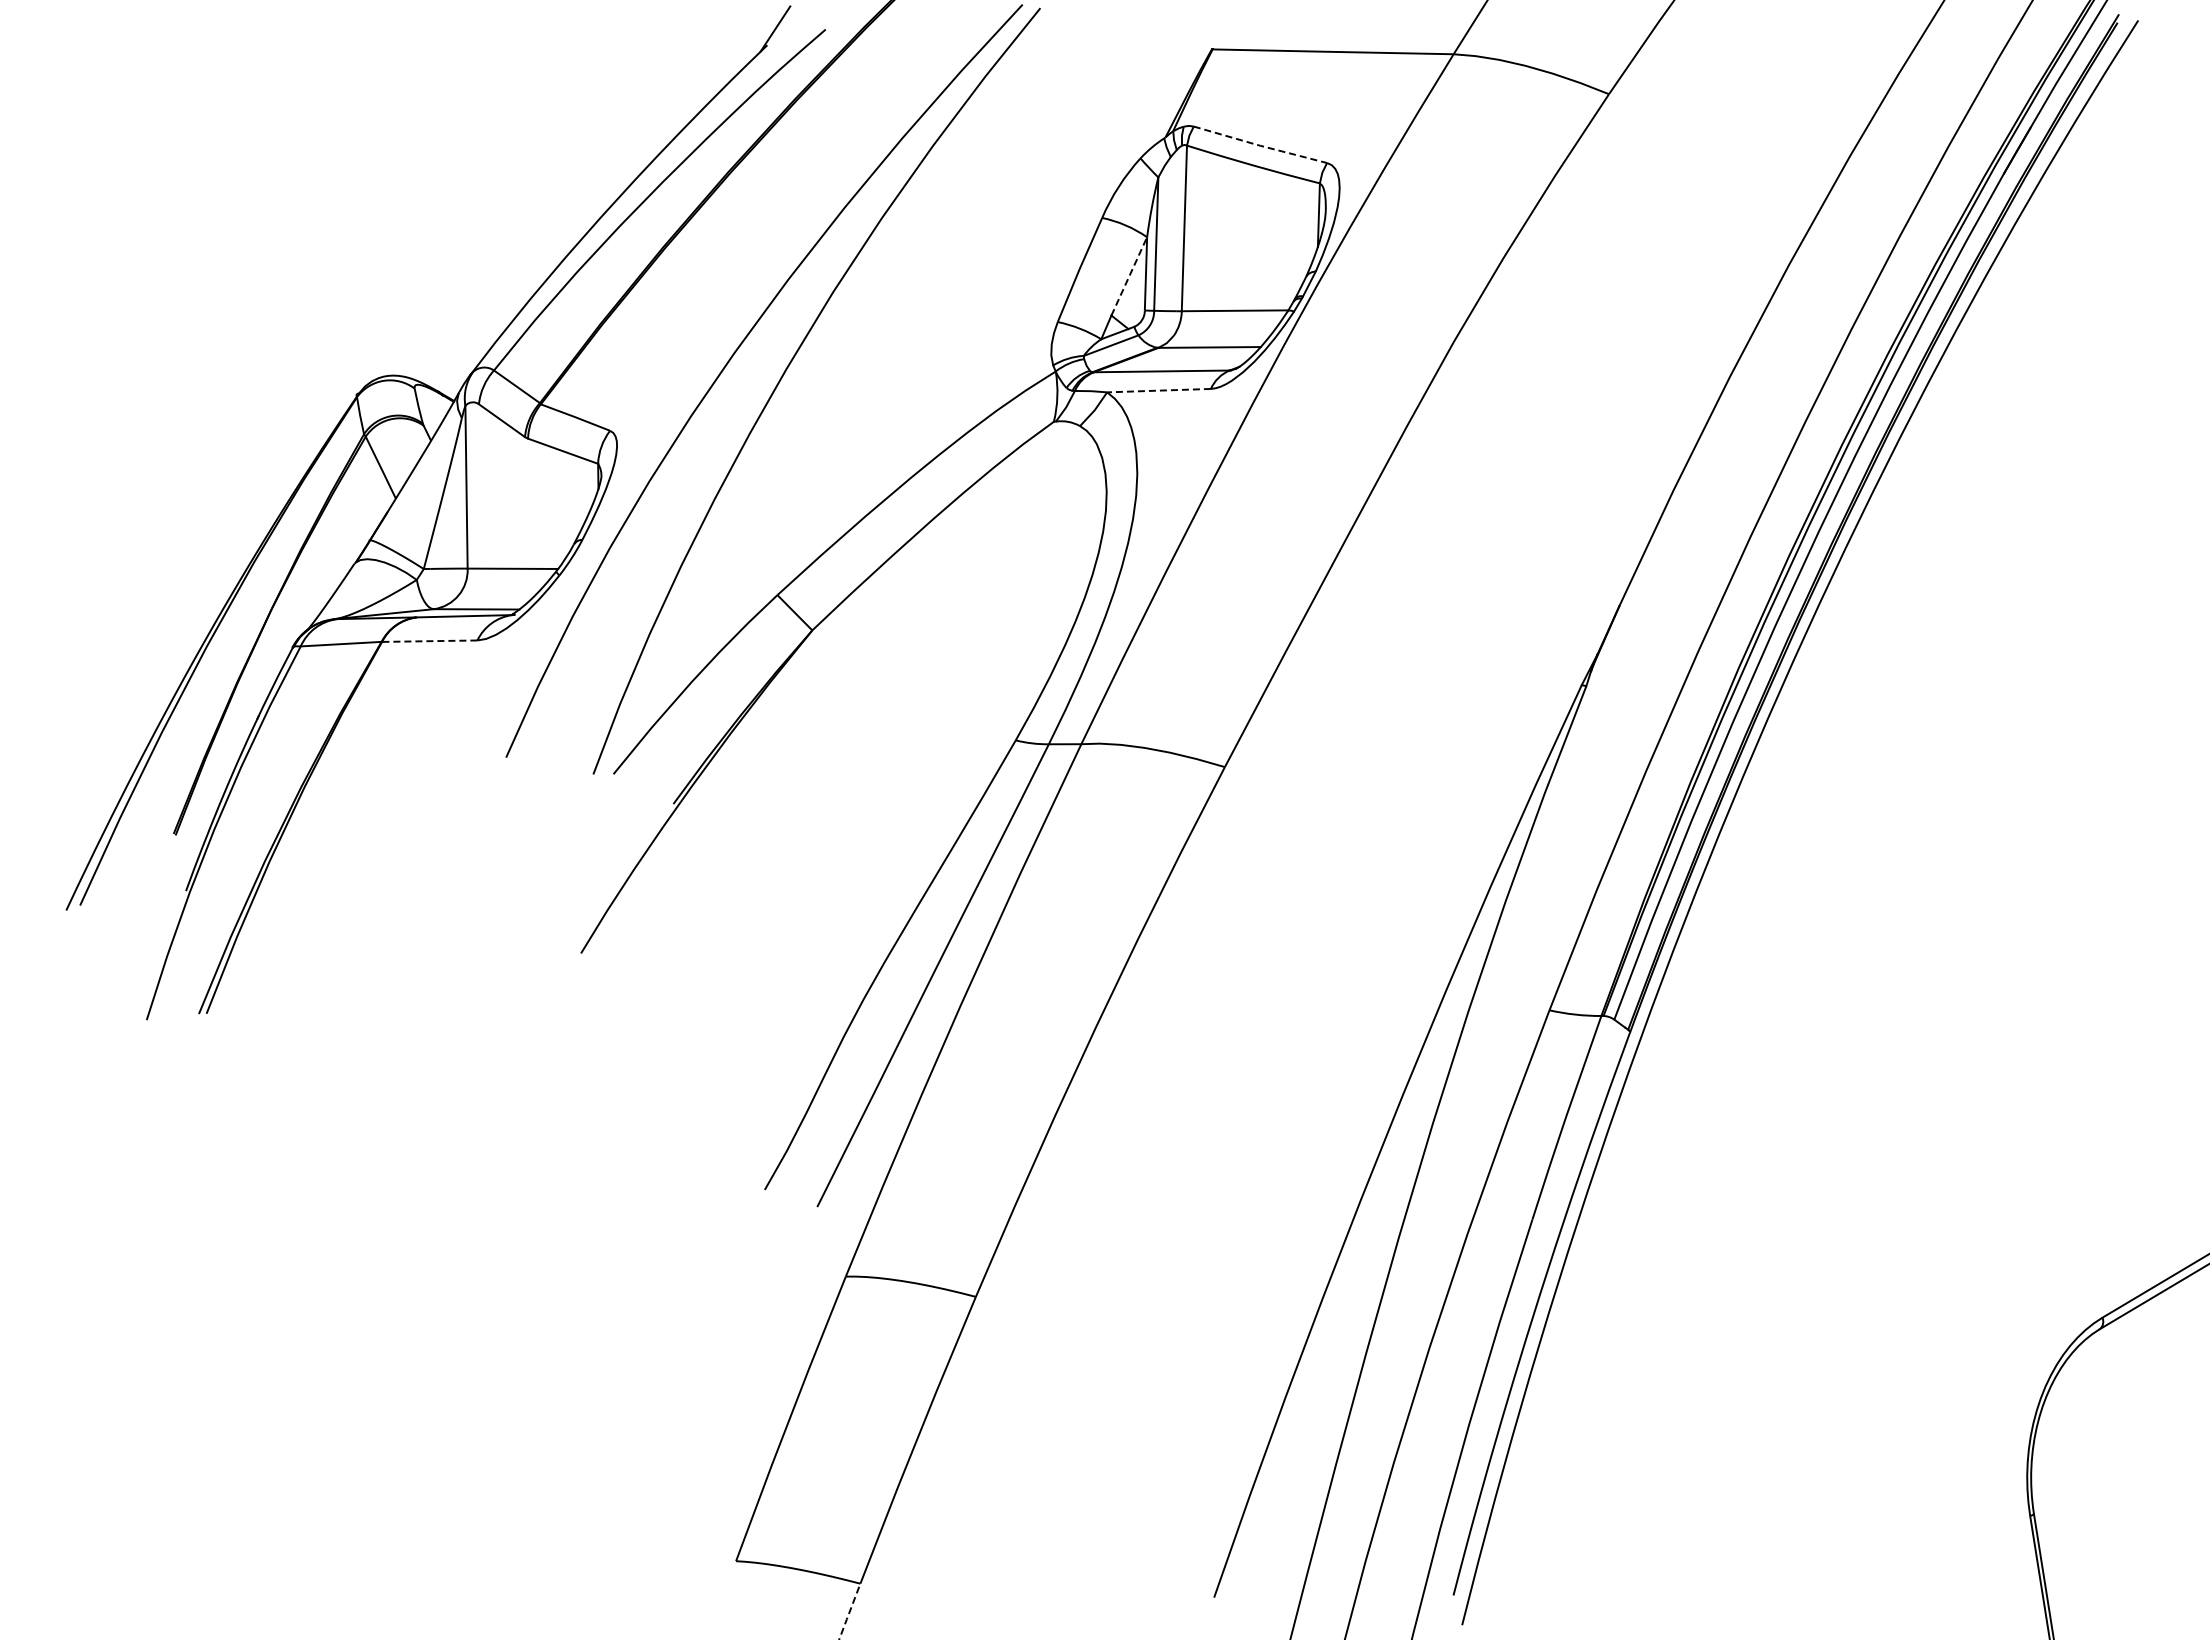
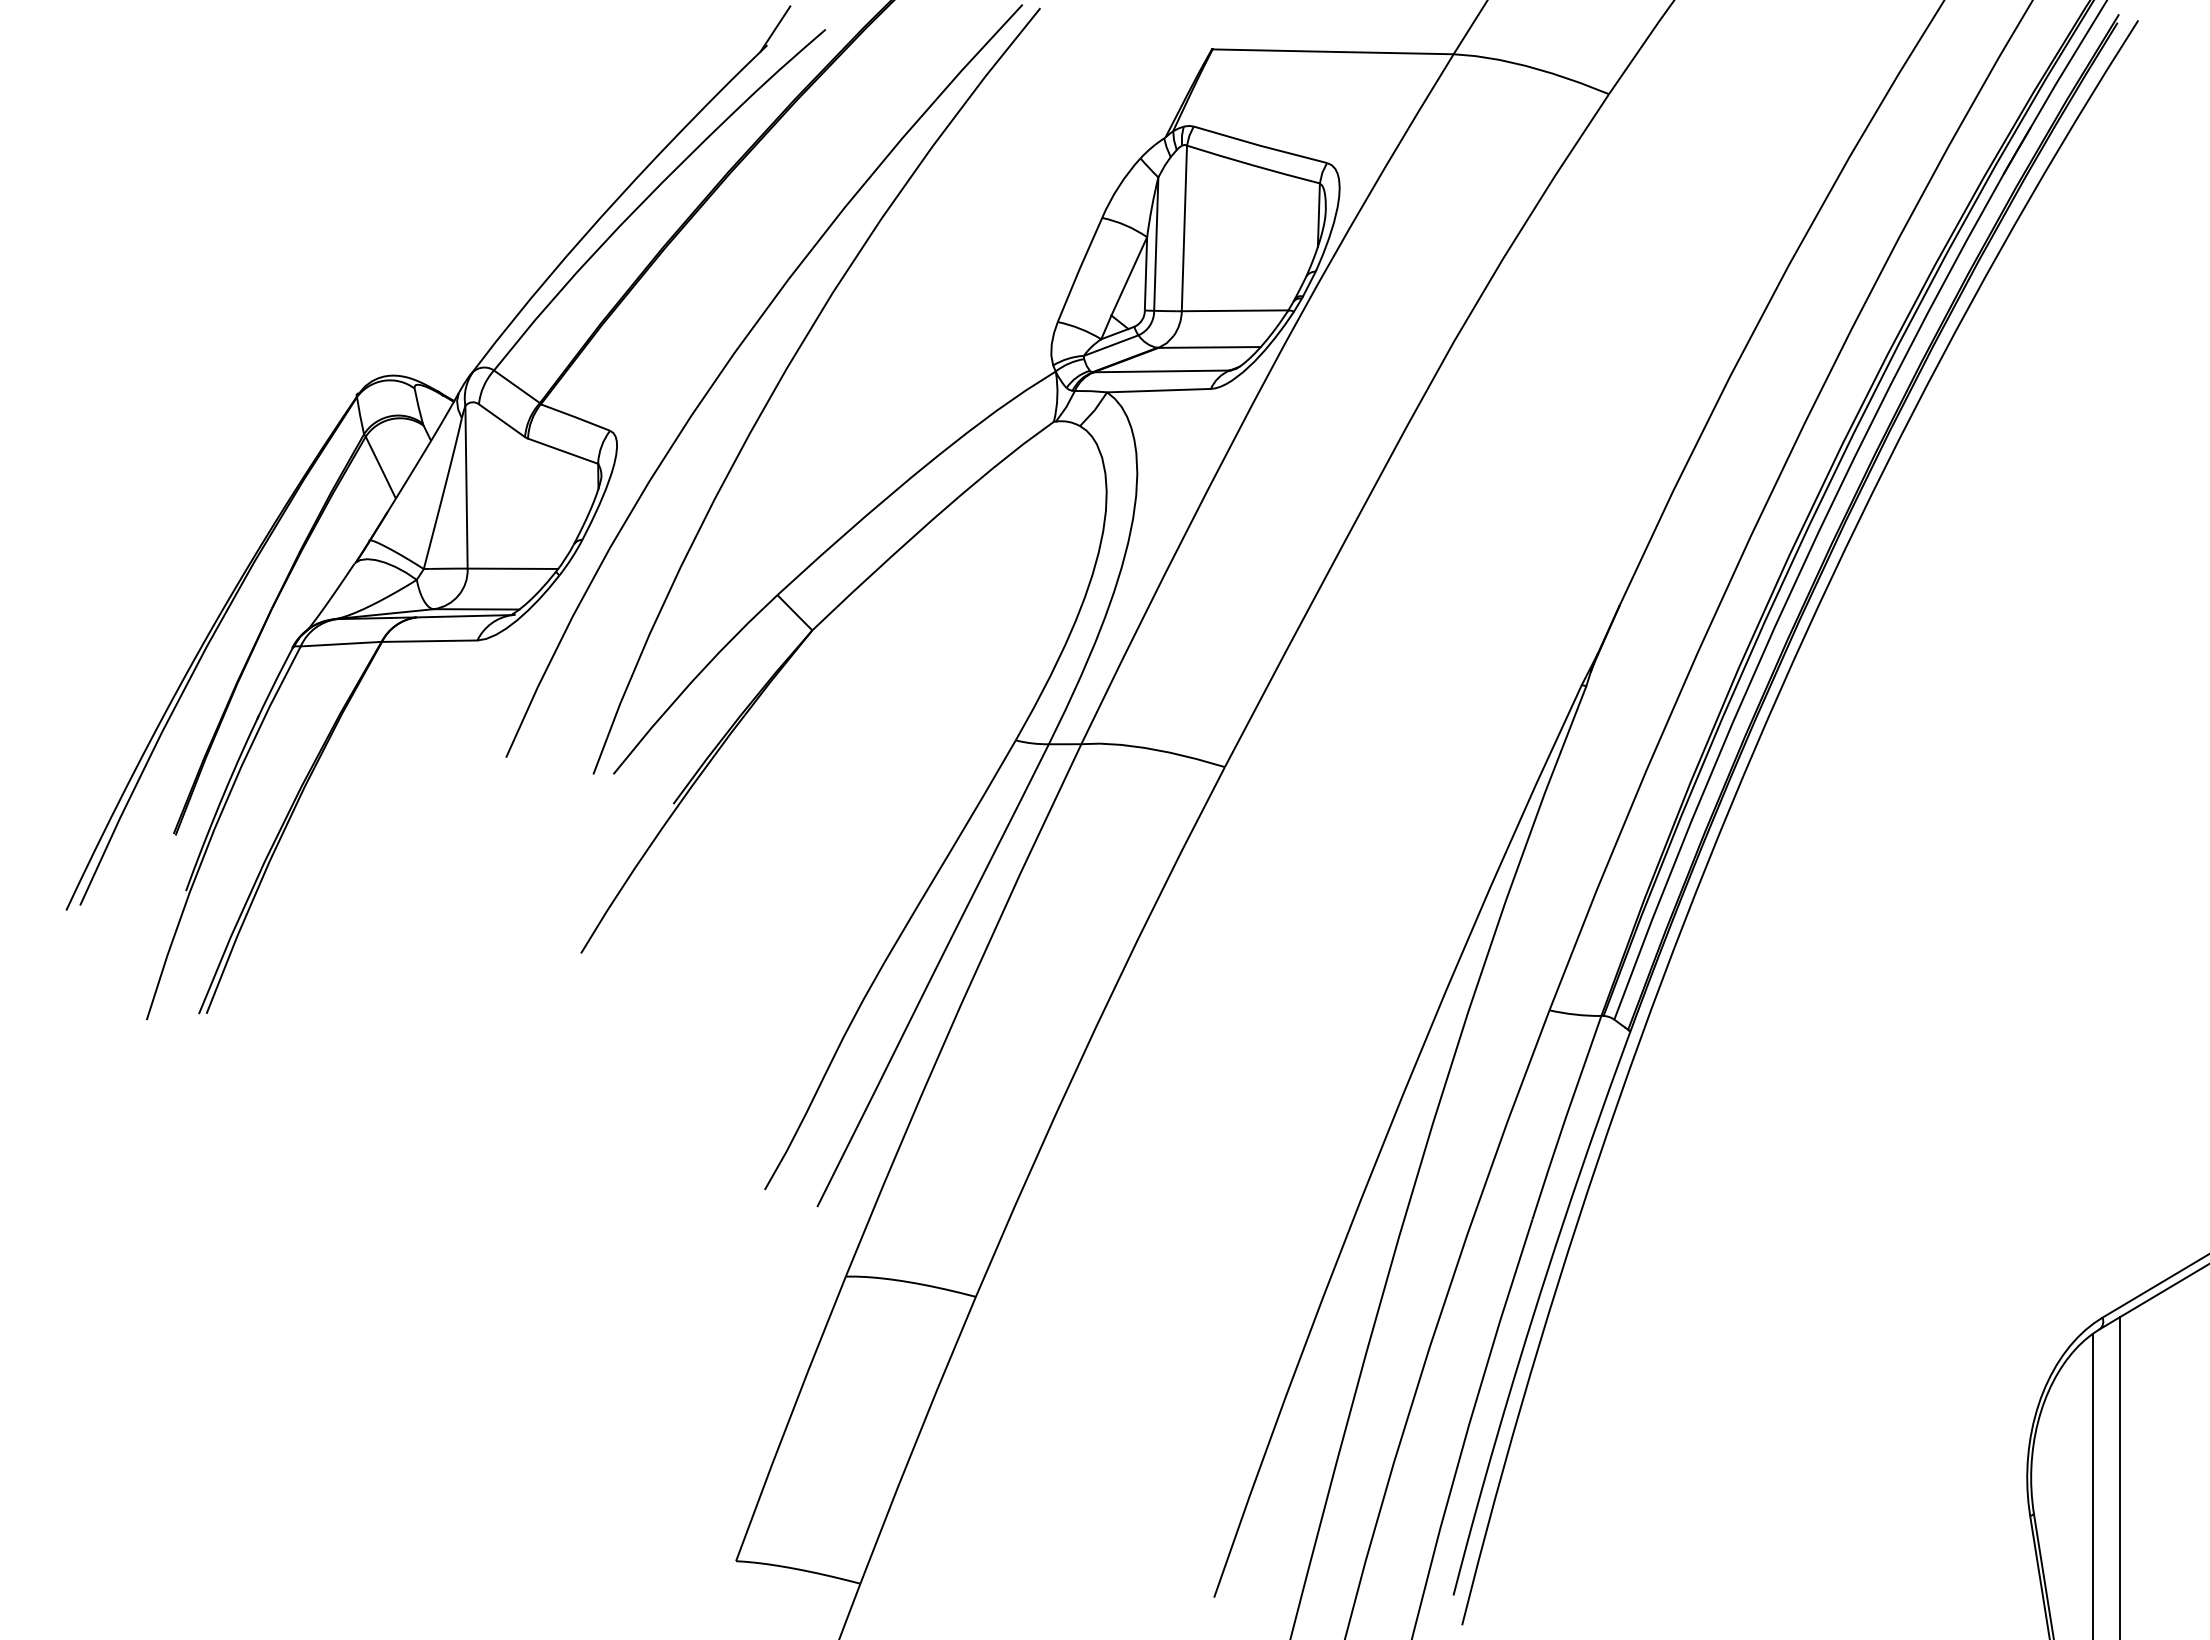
line at (1260, 145): dashed -> solid
line at (1129, 275): dashed -> solid
line at (1159, 390): dashed -> solid
line at (429, 641): dashed -> solid
line at (2119, 1476): none -> present
line at (2093, 1484): none -> present
line at (849, 1612): dashed -> solid
